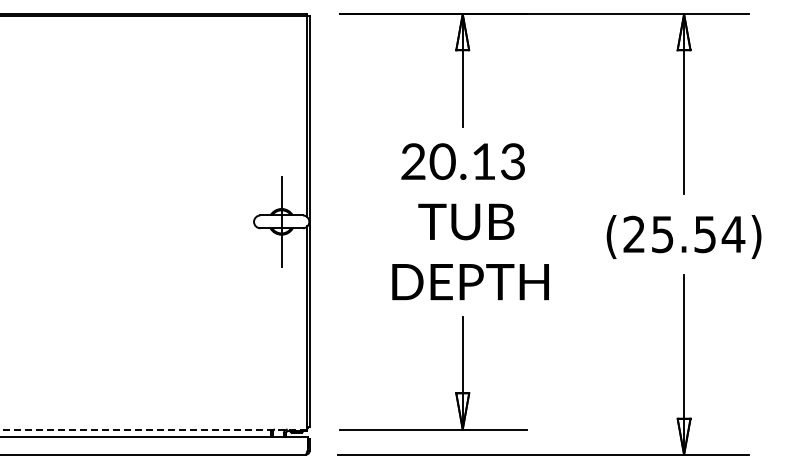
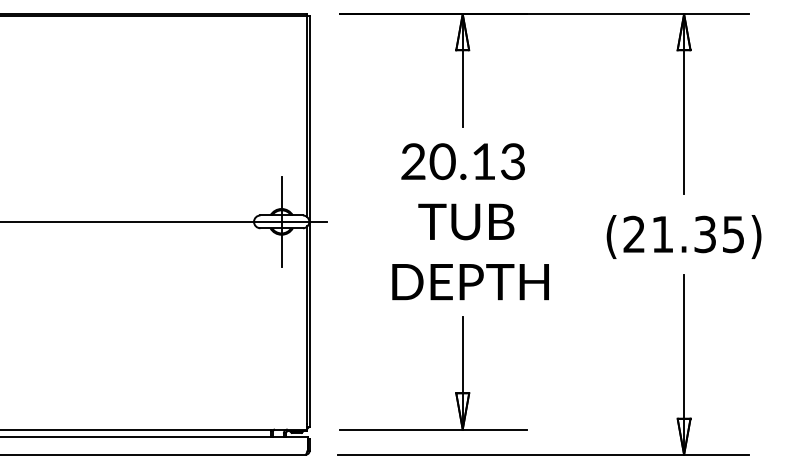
line at (164, 221): none -> present
text at (698, 234): (25.54) -> (21.35)
line at (153, 429): dashed -> solid
